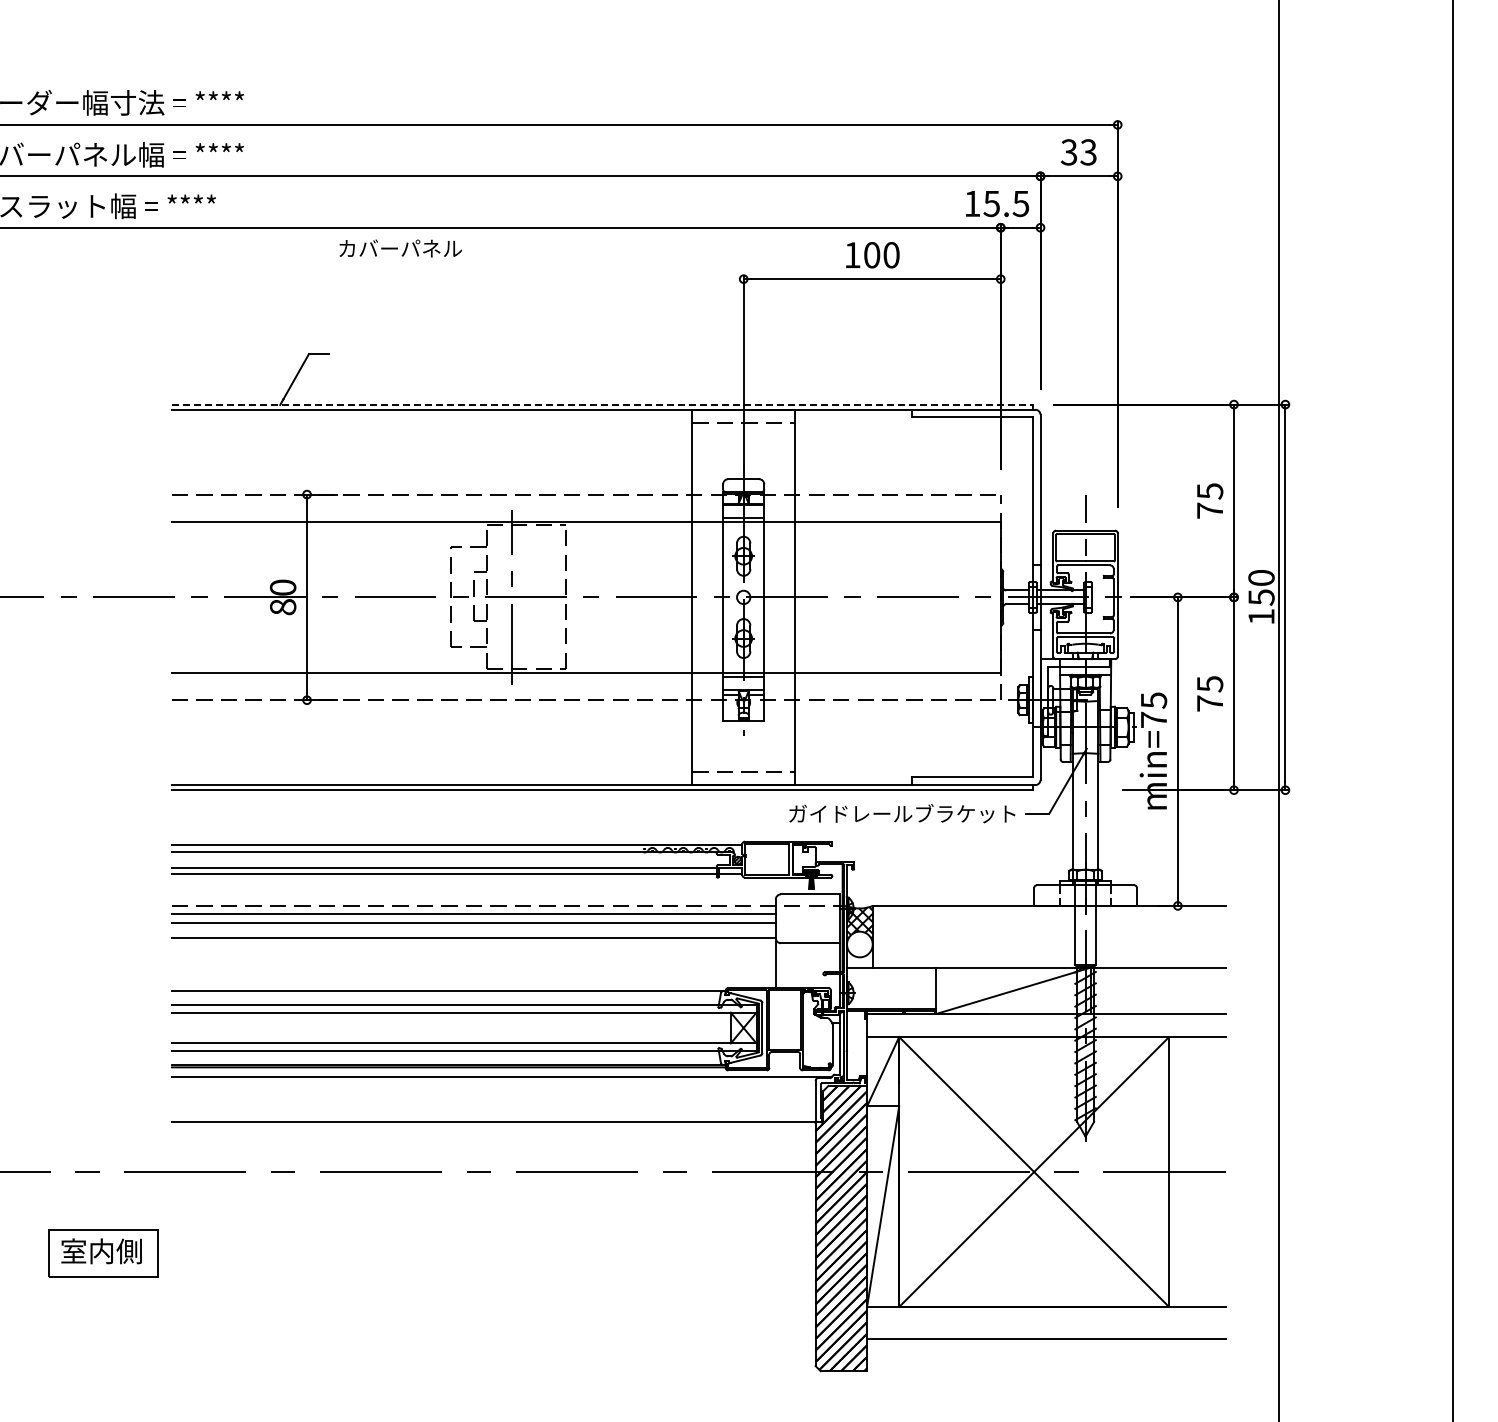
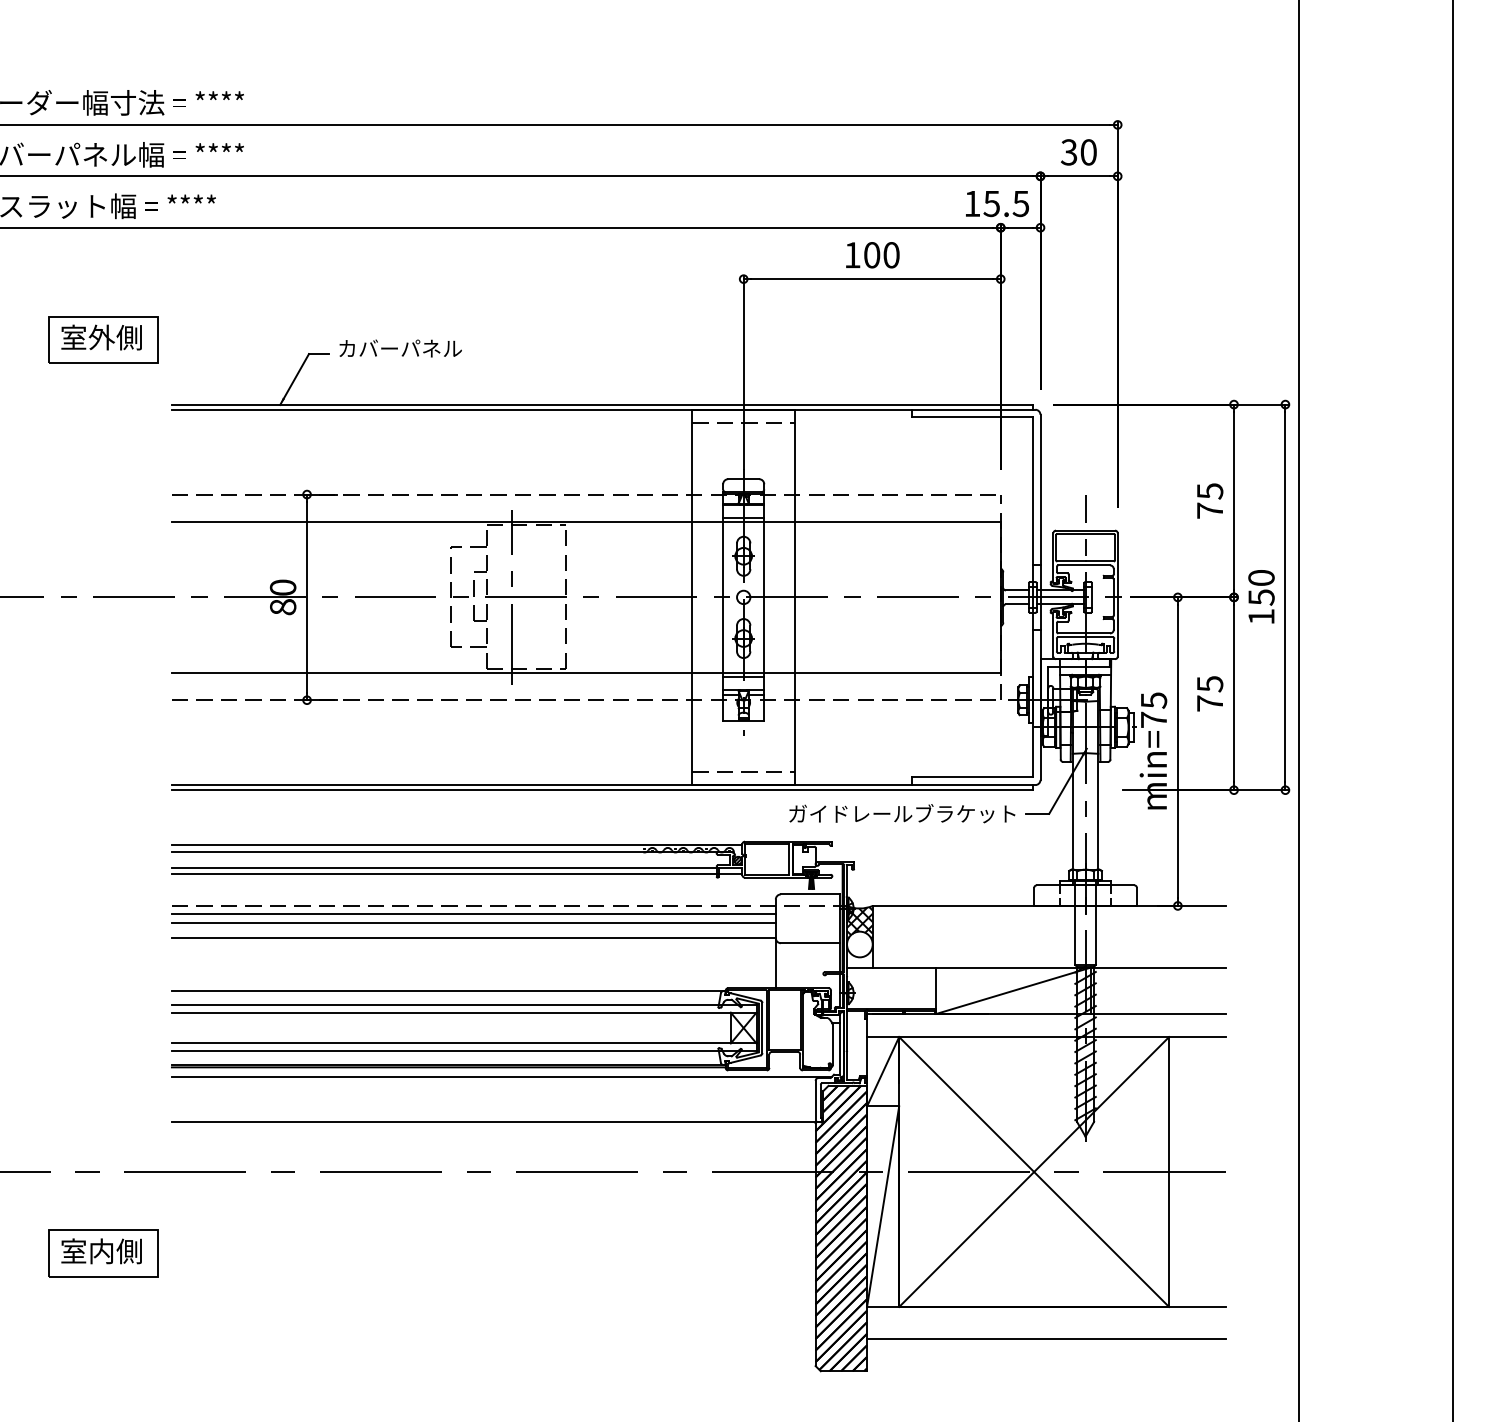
text at (1088, 152): 33 -> 30
text at (400, 248) position: (400, 248) -> (400, 348)
part at (103, 339): none -> present
line at (602, 404): dashed -> solid
line at (1278, 710) position: (1278, 710) -> (1298, 710)
